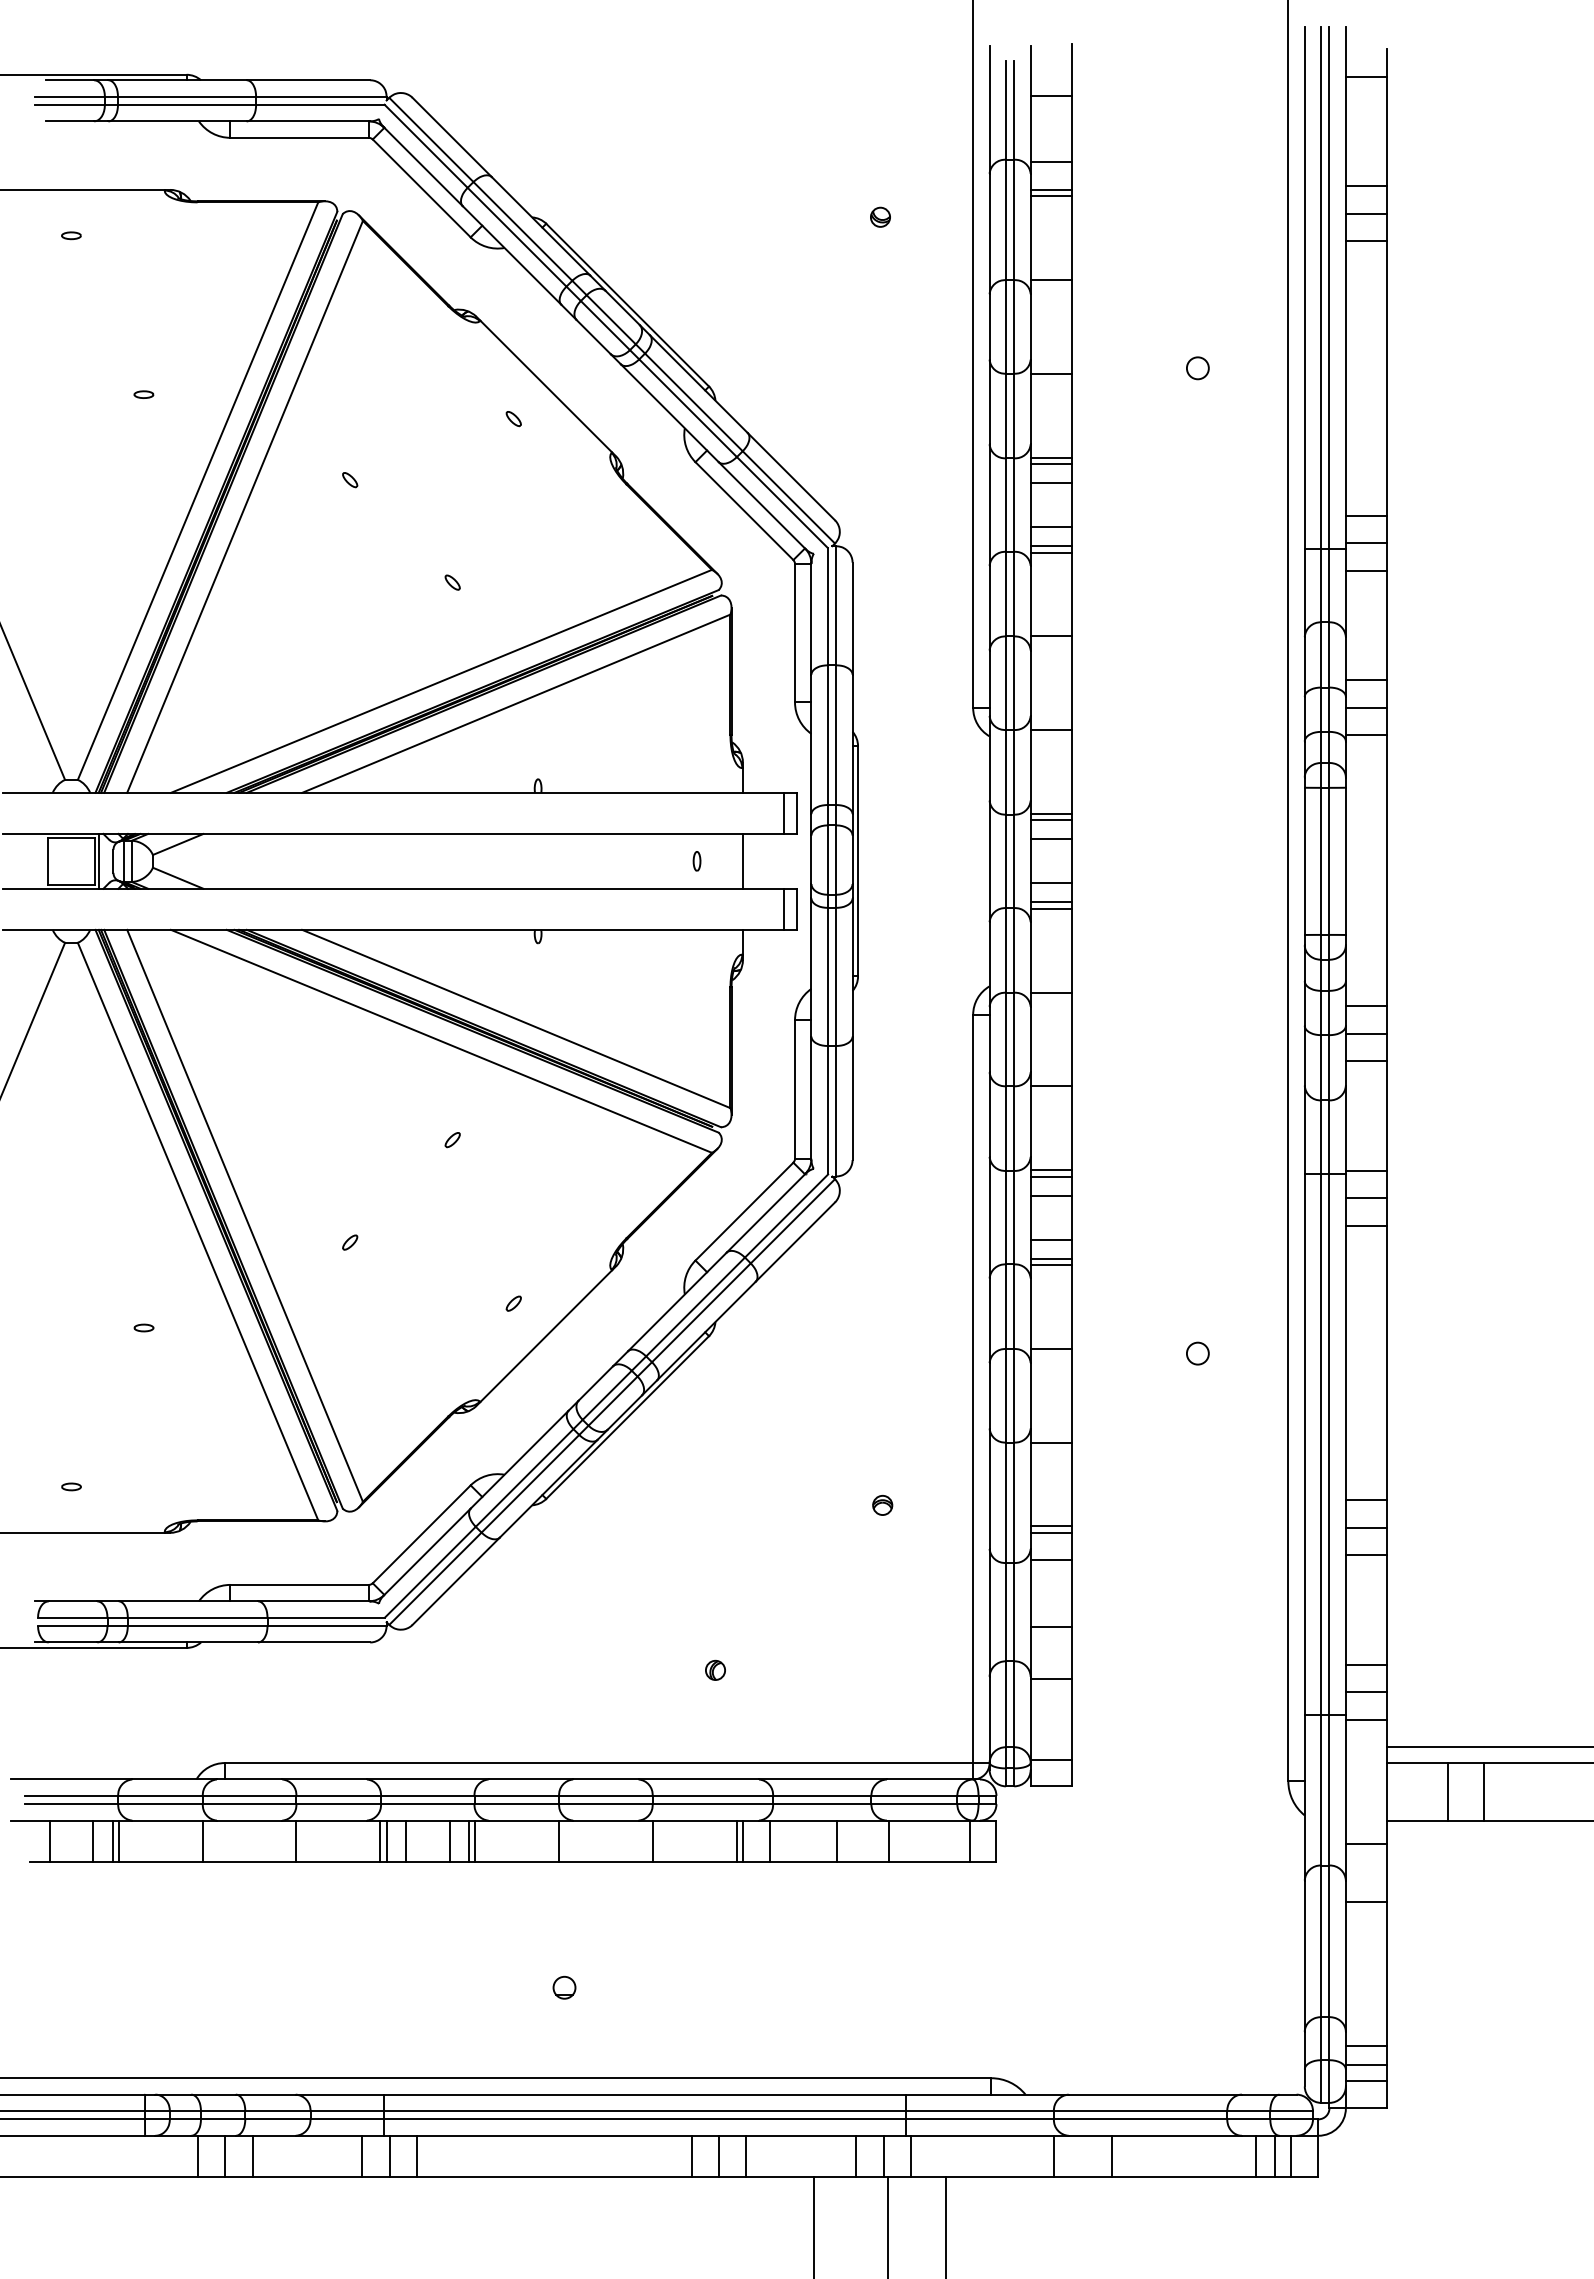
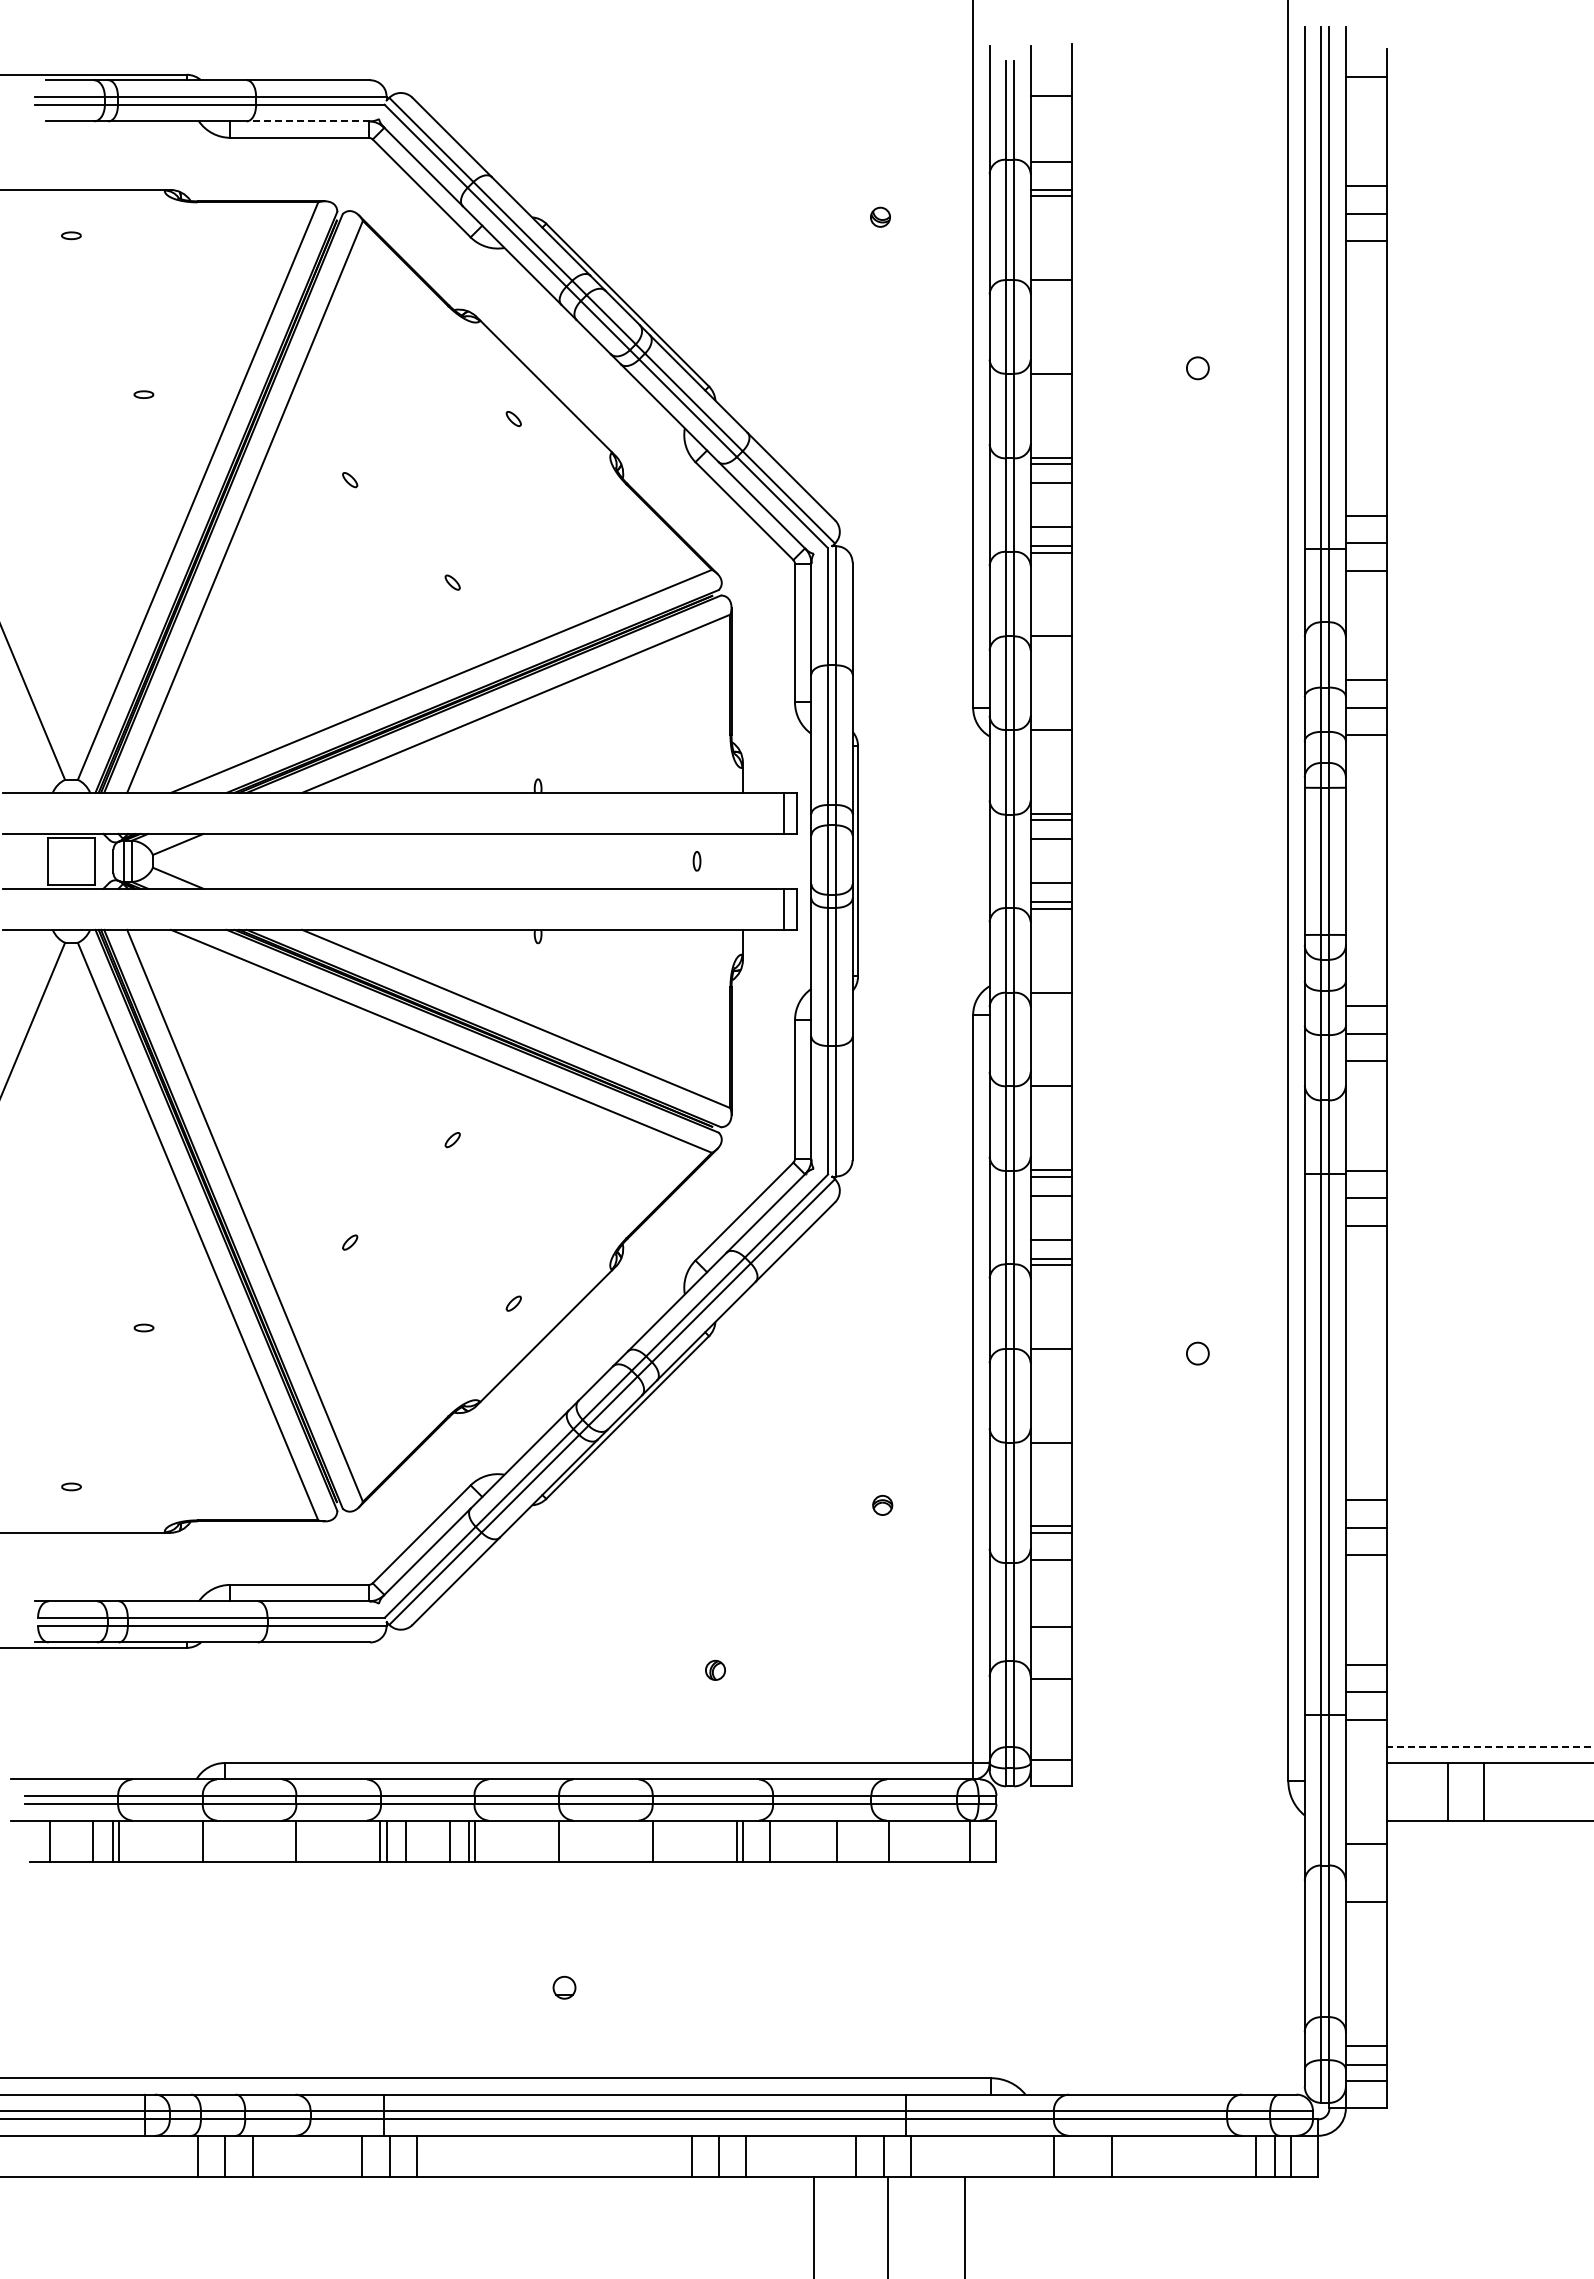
line at (308, 121): solid -> dashed
line at (98, 860): present -> none
line at (742, 860): present -> none
line at (1489, 1746): solid -> dashed
line at (945, 2225) position: (945, 2225) -> (964, 2225)
